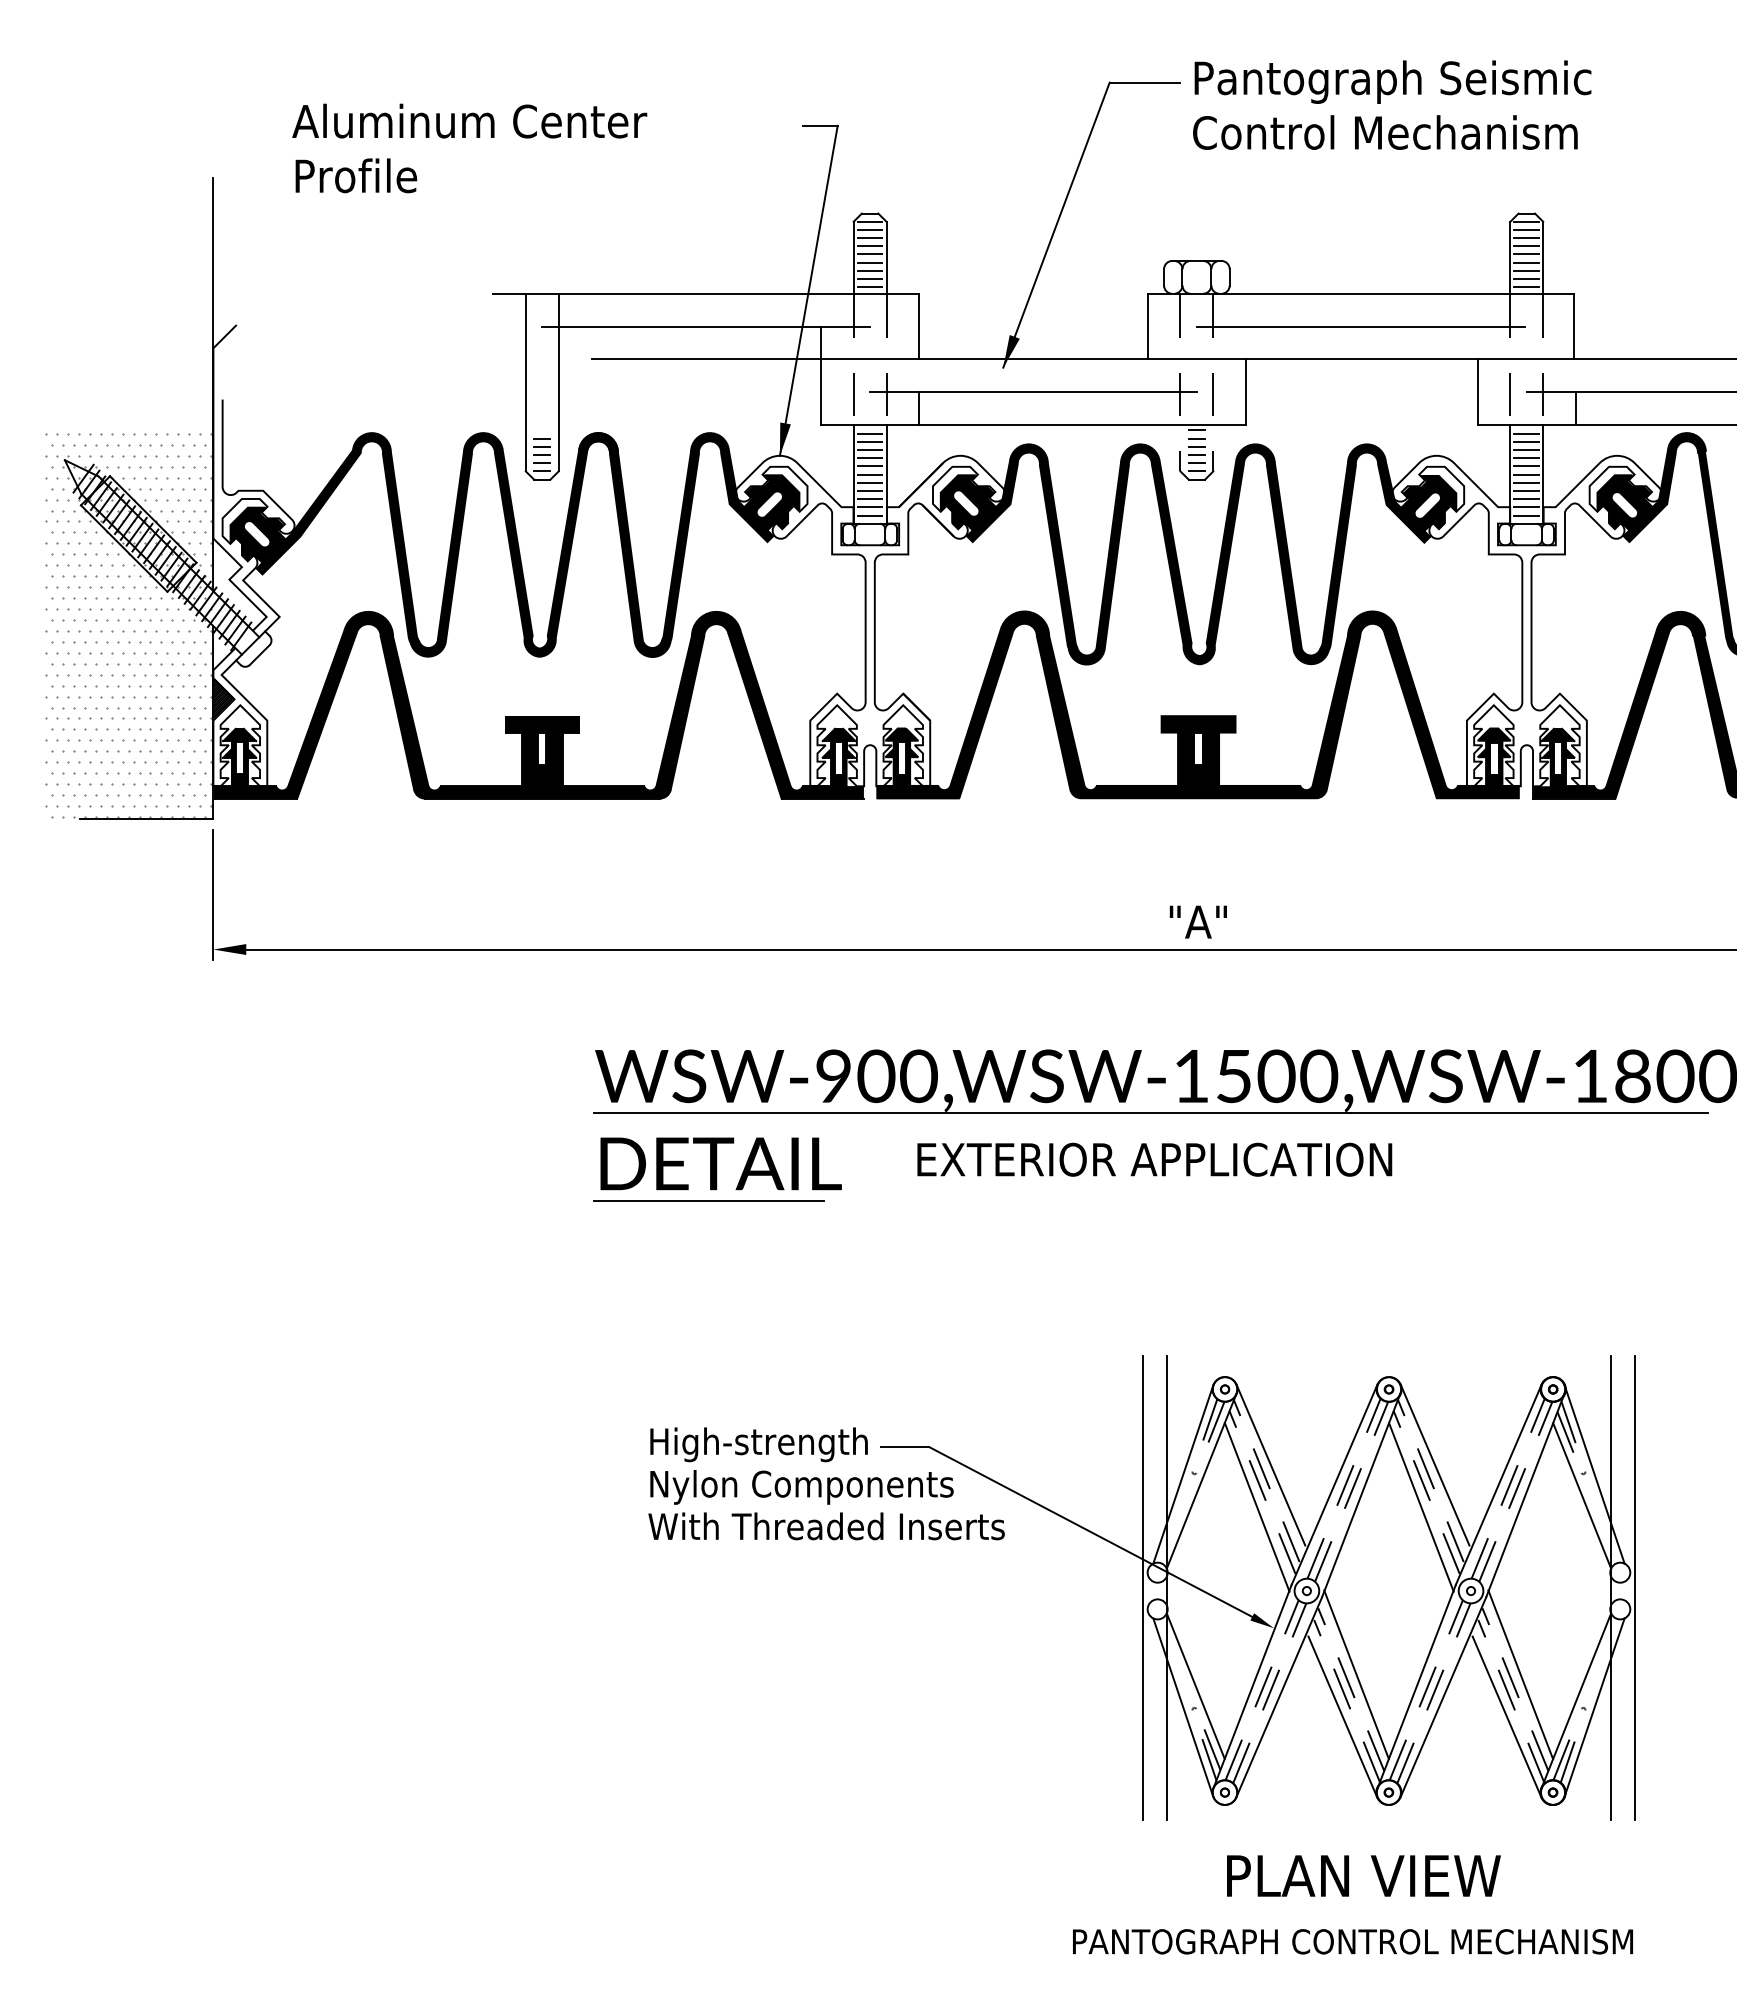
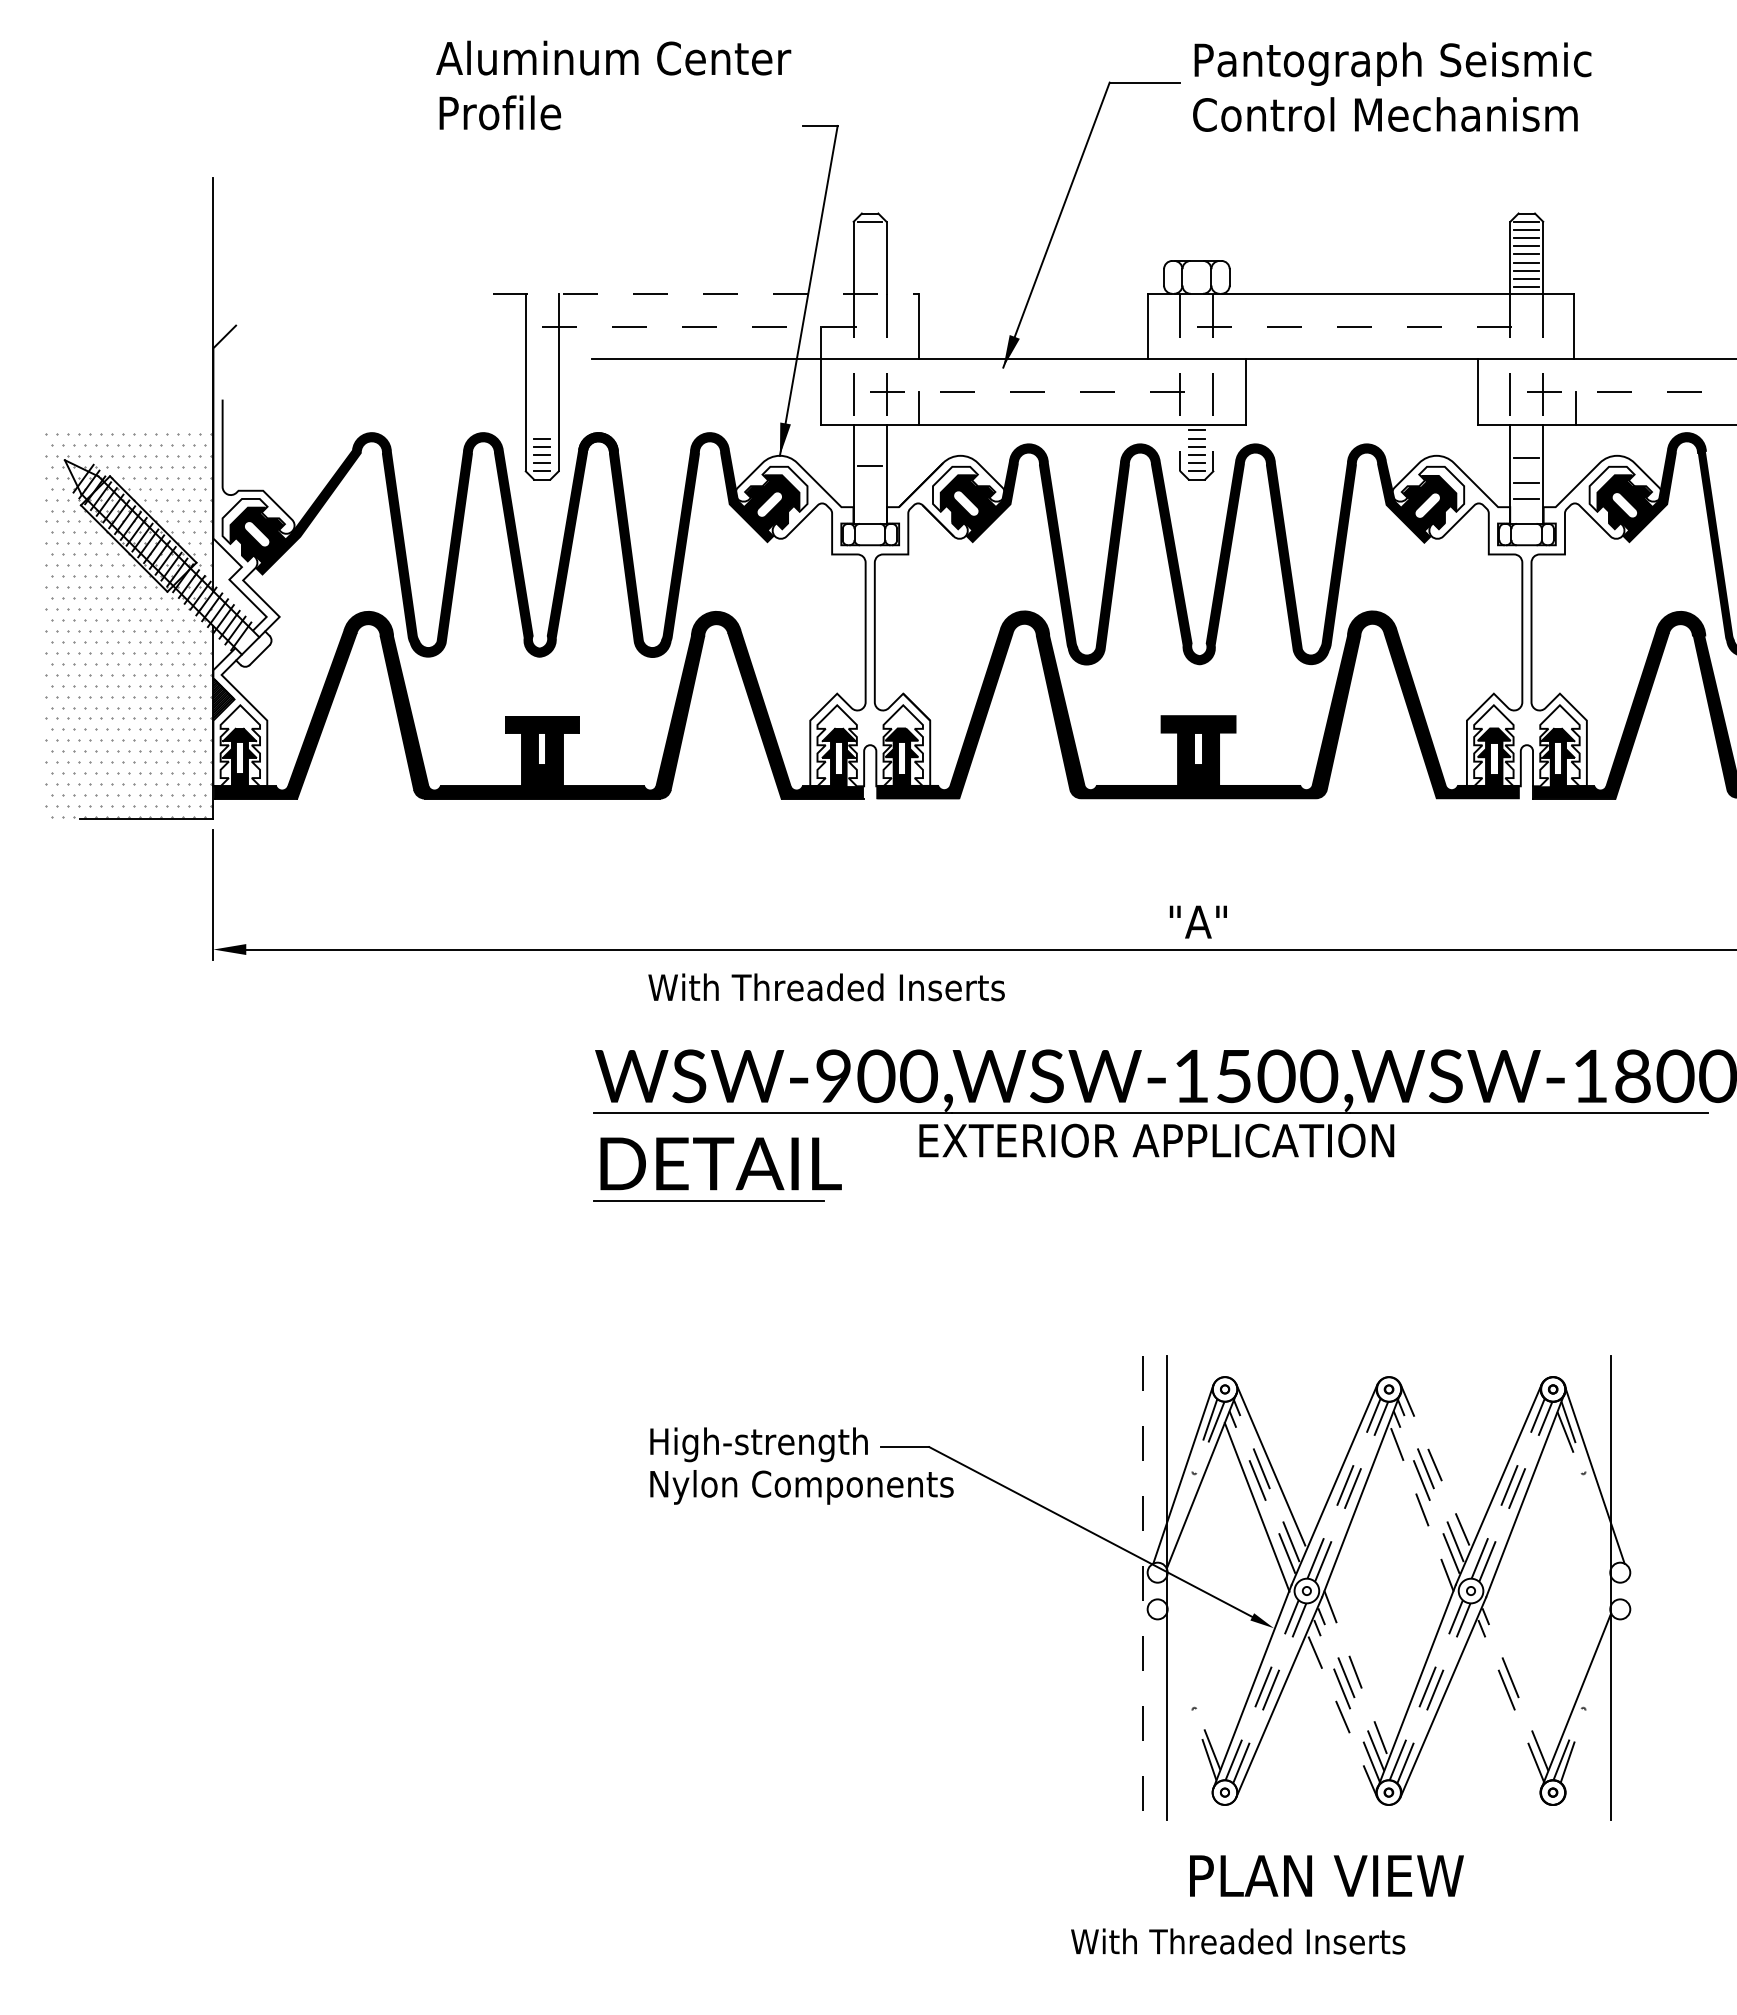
text at (1392, 104) position: (1392, 104) -> (1392, 86)
text at (469, 148) position: (469, 148) -> (613, 85)
line at (869, 229): present -> none
line at (869, 238): present -> none
line at (869, 246): present -> none
line at (869, 254): present -> none
line at (869, 262): present -> none
line at (869, 270): present -> none
line at (869, 279): present -> none
line at (869, 287): present -> none
line at (706, 293): solid -> dashed
line at (706, 326): solid -> dashed
line at (1360, 326): solid -> dashed
line at (1033, 392): solid -> dashed
line at (1631, 392): solid -> dashed
line at (869, 433): present -> none
line at (1526, 433): present -> none
line at (869, 441): present -> none
line at (1526, 441): present -> none
line at (869, 449): present -> none
line at (1526, 449): present -> none
line at (869, 458): present -> none
line at (1526, 466): present -> none
line at (869, 474): present -> none
line at (1526, 474): present -> none
line at (869, 482): present -> none
line at (869, 491): present -> none
line at (1526, 491): present -> none
line at (869, 499): present -> none
line at (869, 507): present -> none
line at (1526, 507): present -> none
line at (869, 515): present -> none
line at (1526, 515): present -> none
text at (1154, 1159) position: (1154, 1159) -> (1156, 1140)
line at (1435, 1465): solid -> dashed
line at (1582, 1495): present -> none
line at (1421, 1506): solid -> dashed
text at (826, 1526) position: (826, 1526) -> (826, 987)
line at (1635, 1587): present -> none
line at (1142, 1588): solid -> dashed
line at (1520, 1674): present -> none
line at (1356, 1675): solid -> dashed
line at (1195, 1685): present -> none
line at (1183, 1707): present -> none
line at (1594, 1707): present -> none
line at (1506, 1716): present -> none
line at (1342, 1717): solid -> dashed
text at (1363, 1875) position: (1363, 1875) -> (1326, 1875)
text at (1352, 1941): PANTOGRAPH CONTROL MECHANISM -> With Threaded Inserts
